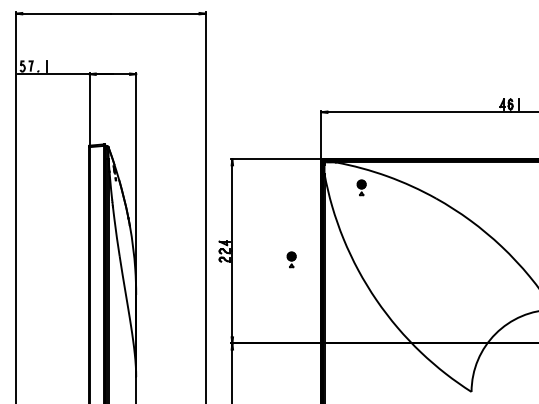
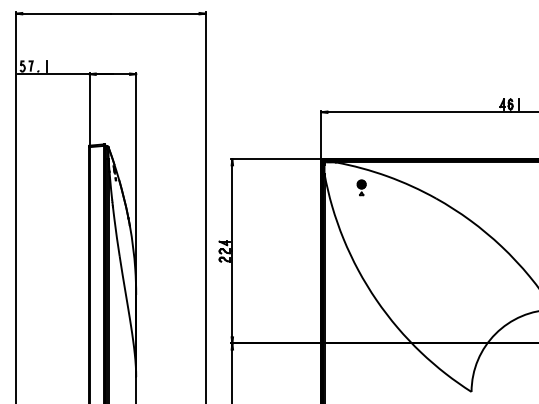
part at (291, 259): present -> none
